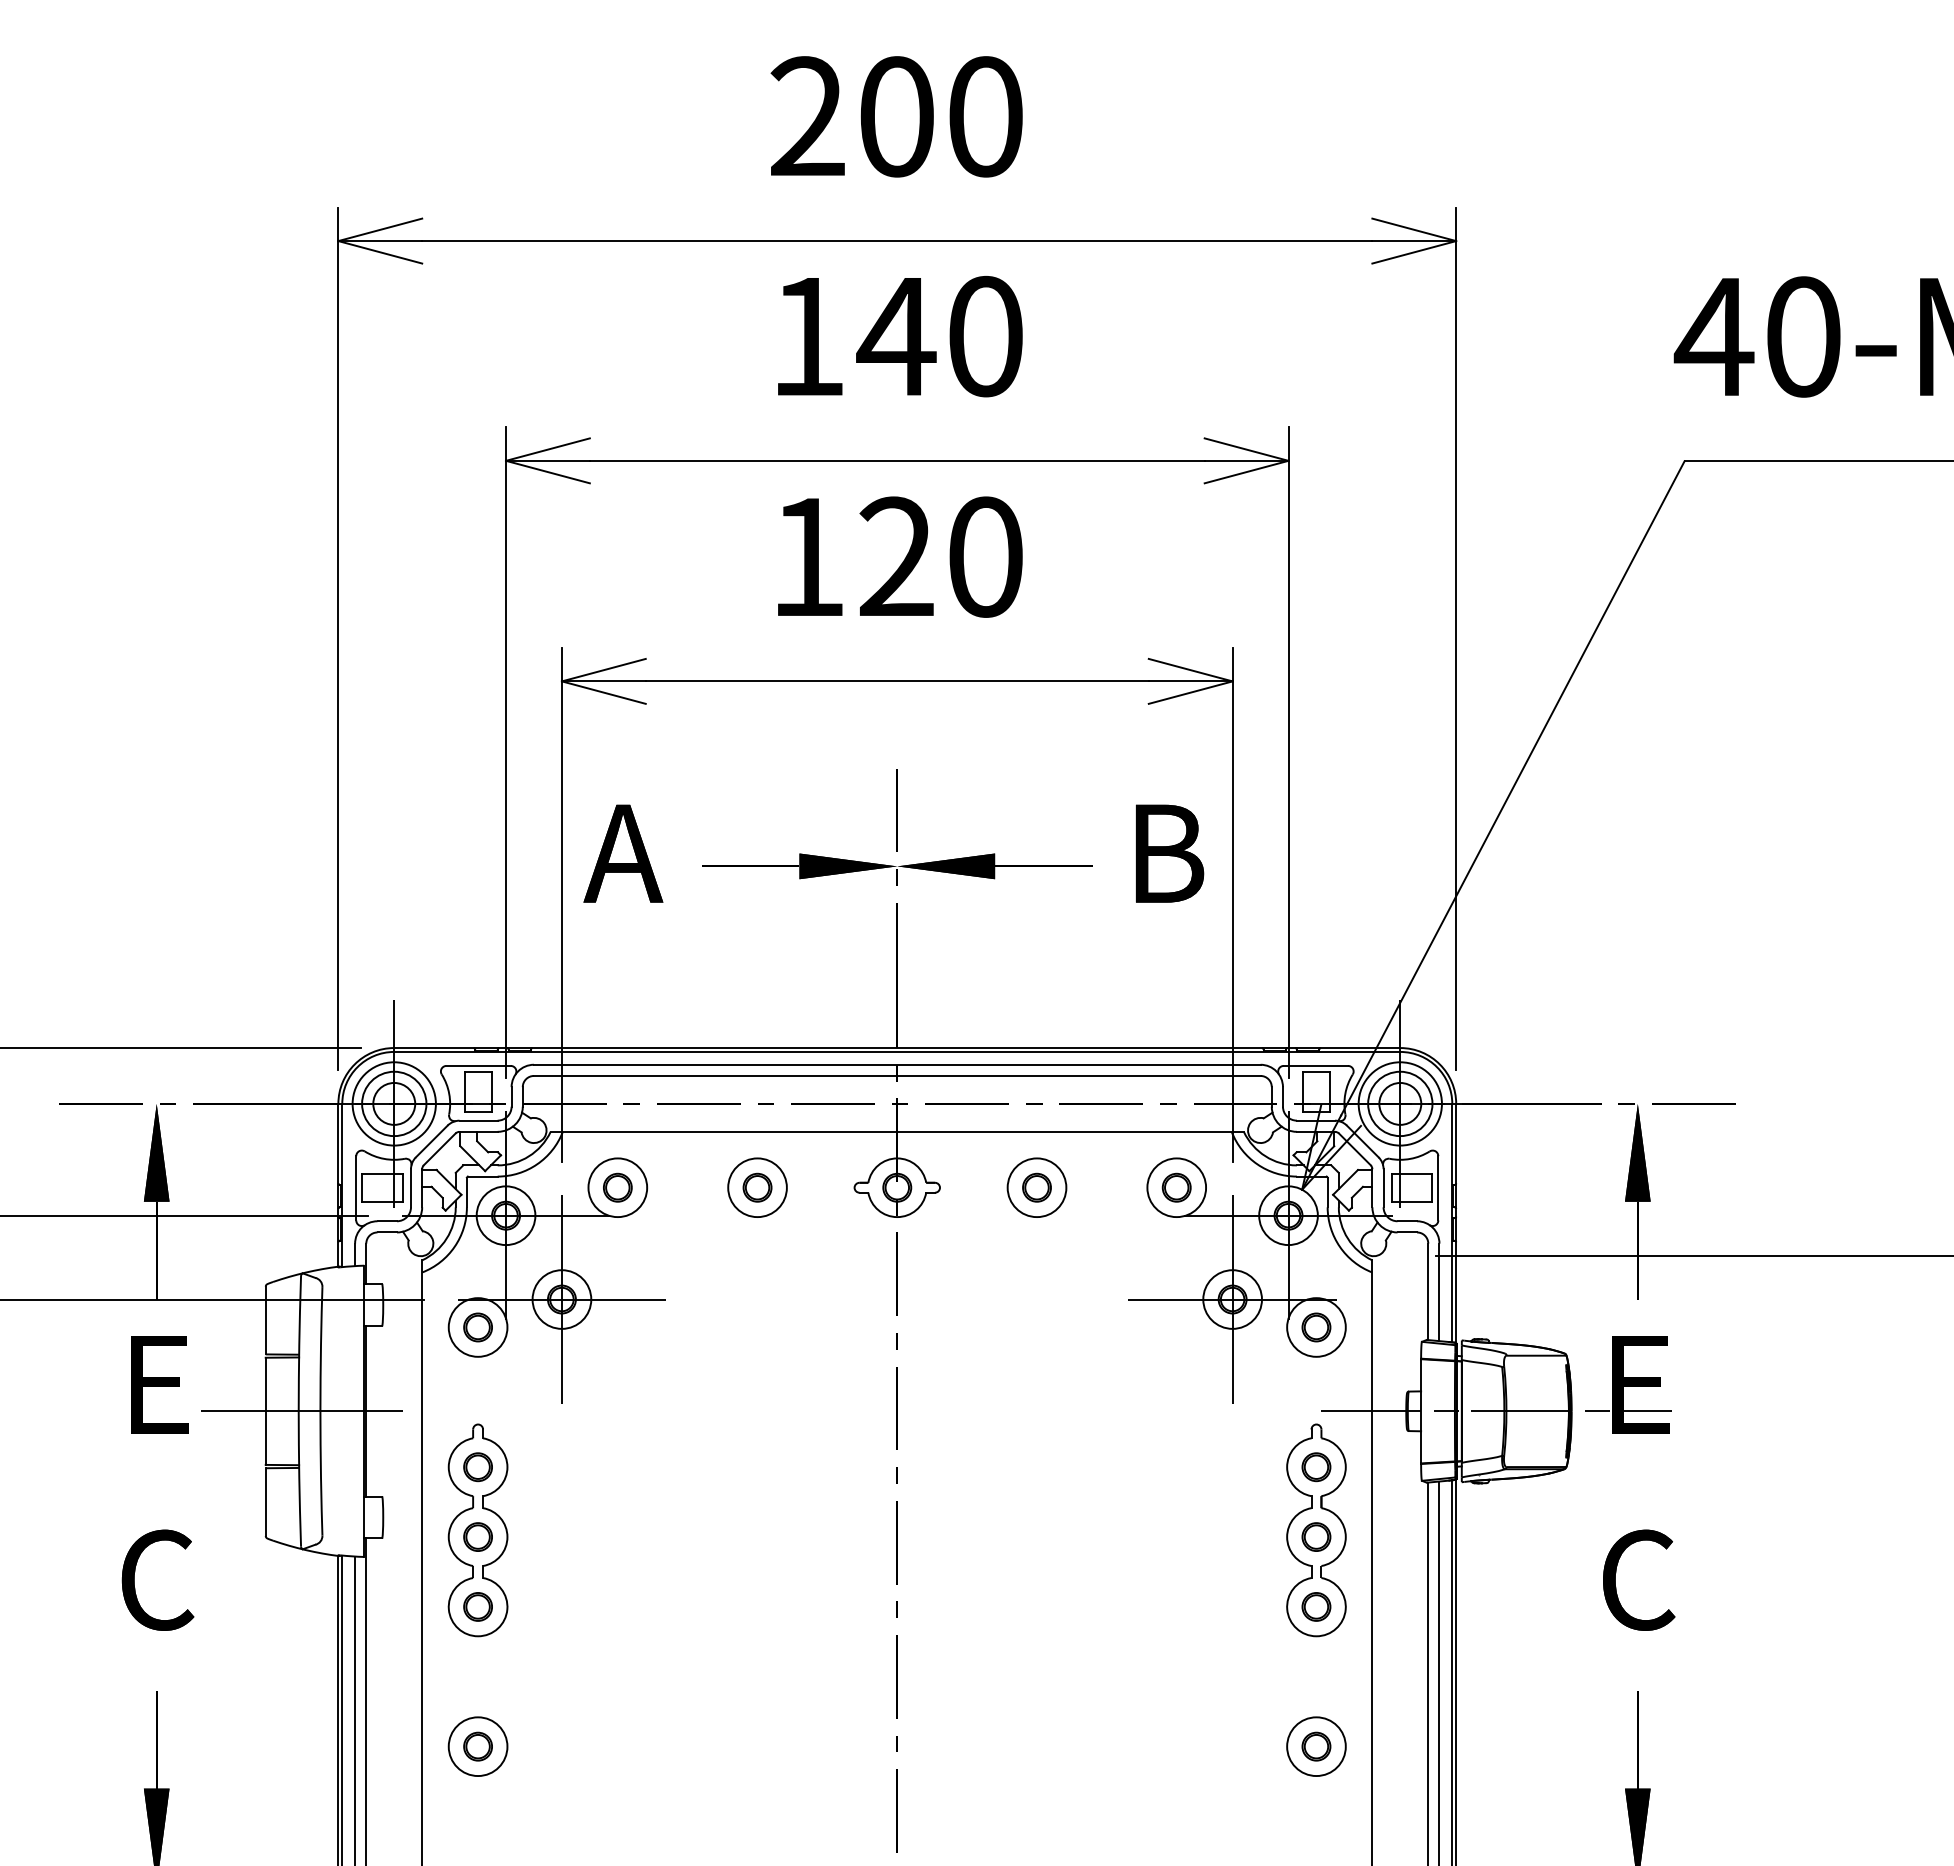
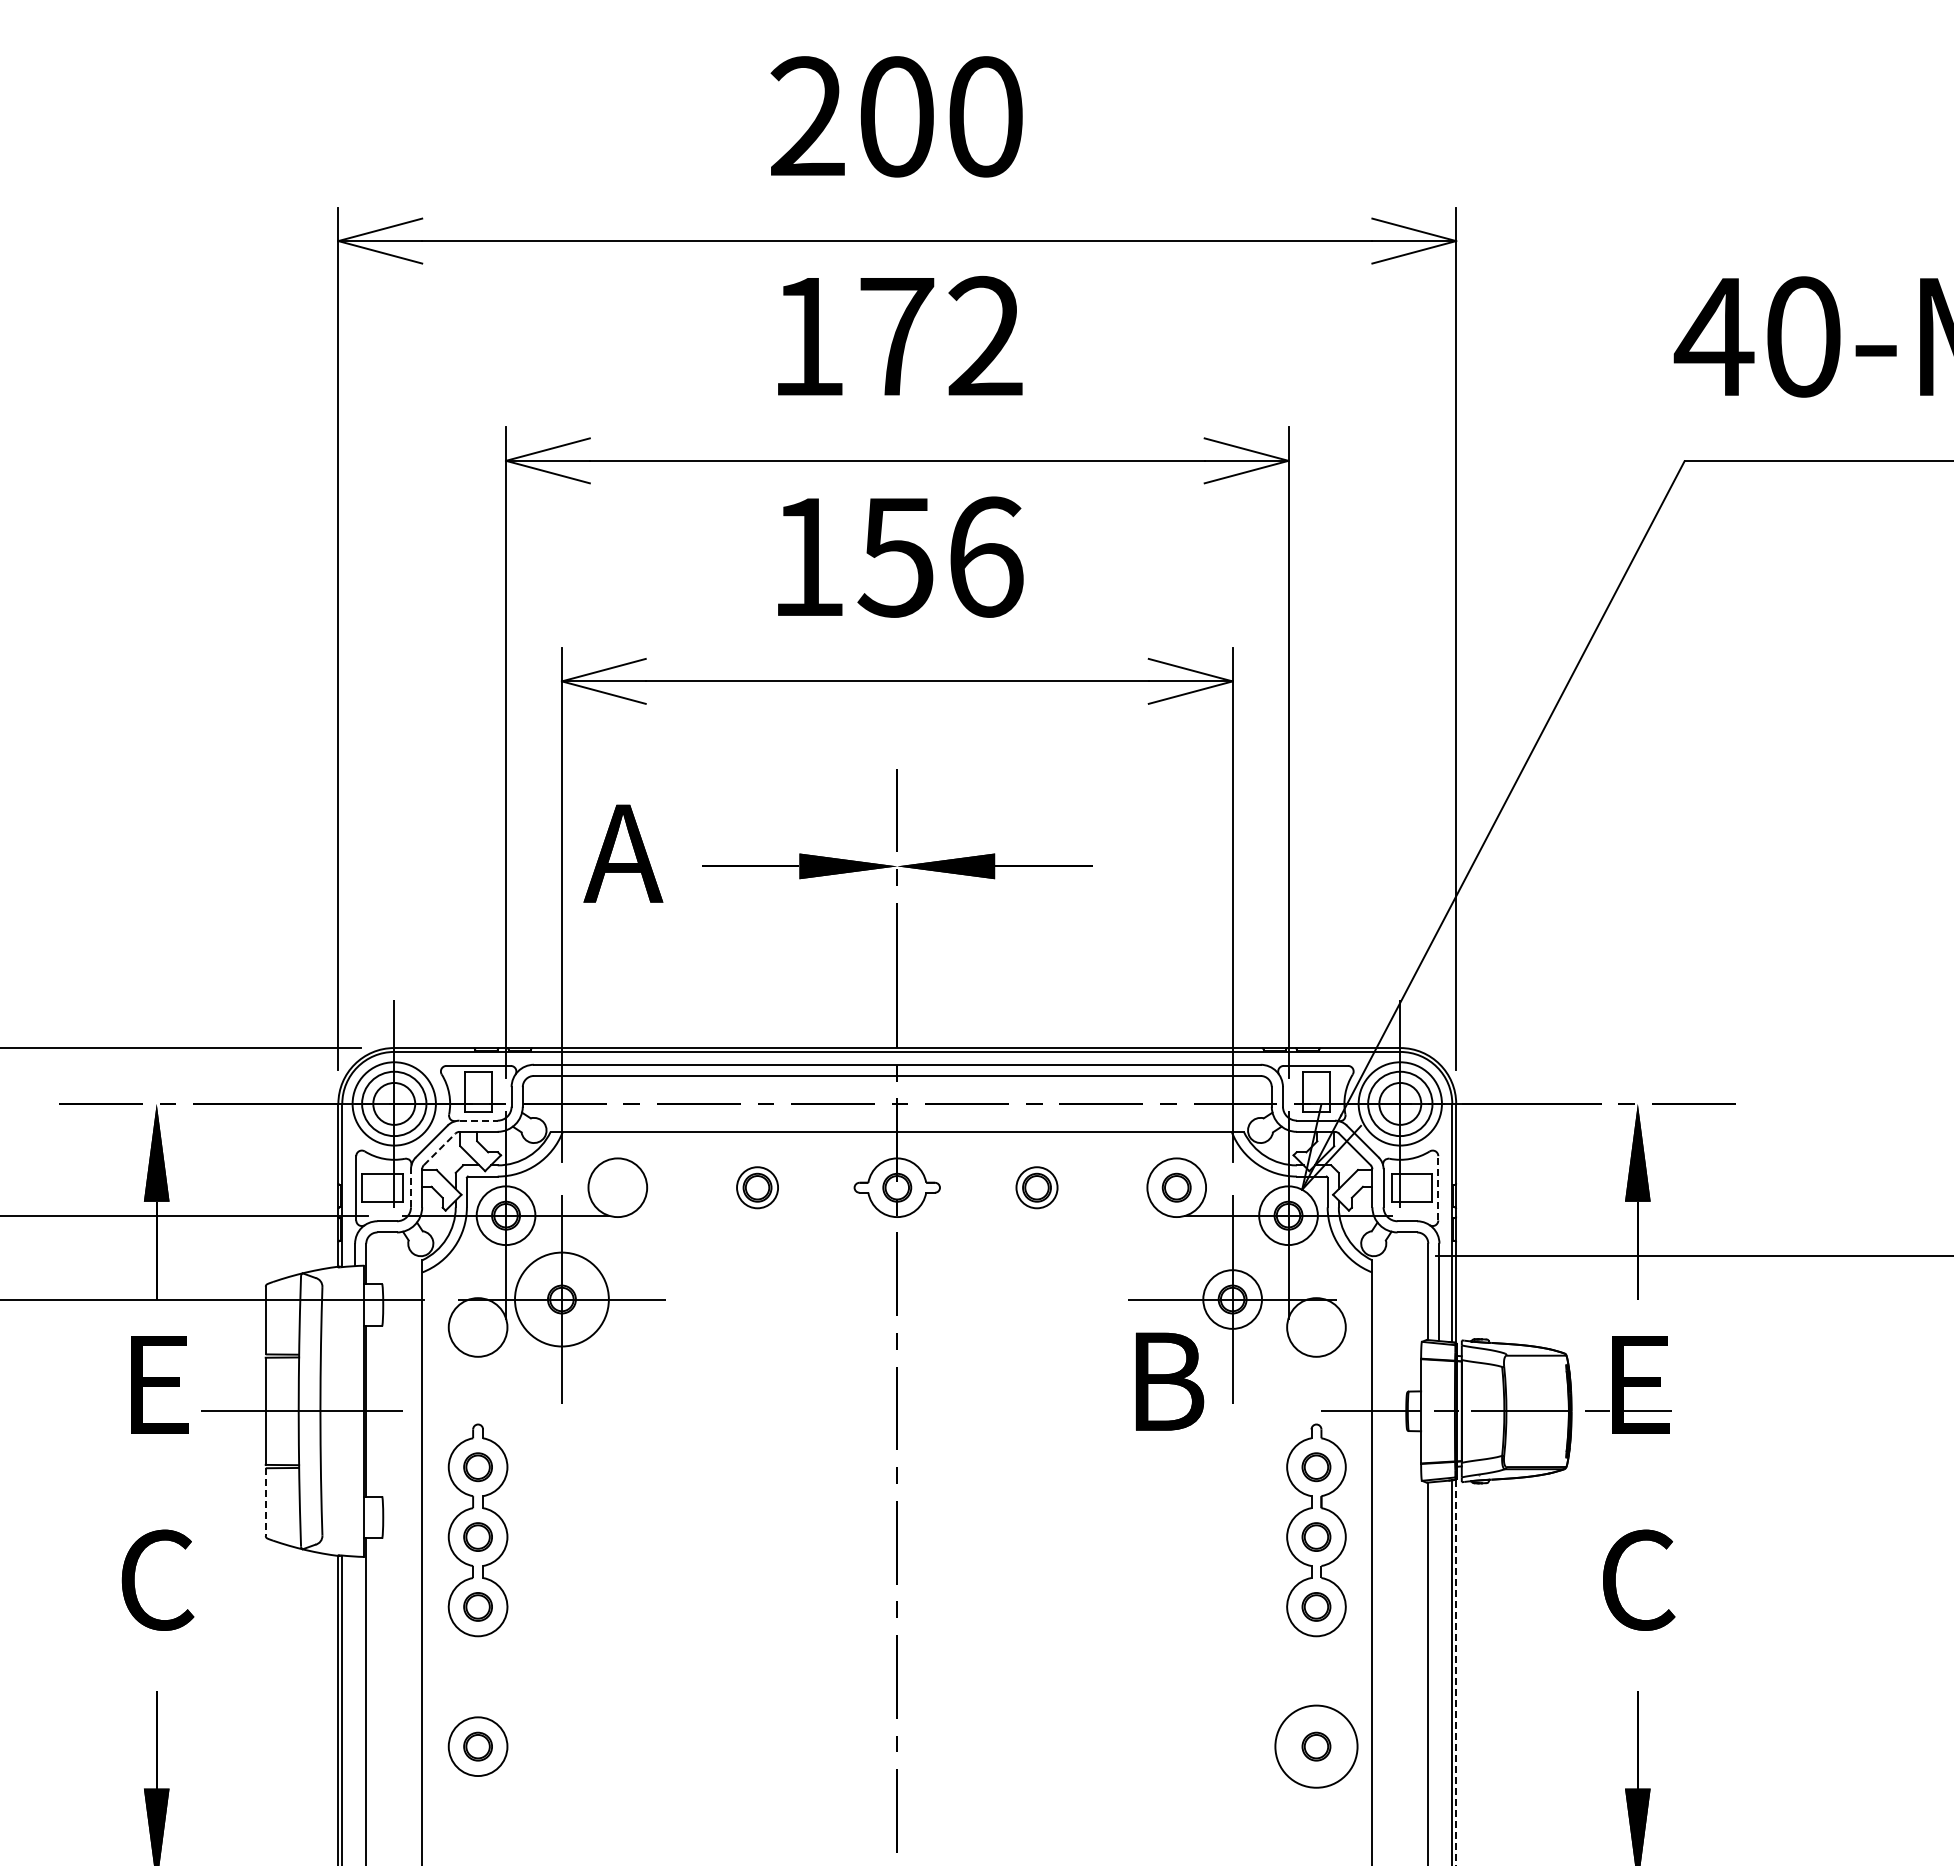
text at (939, 336): 140 -> 172
text at (940, 556): 120 -> 156
text at (1170, 853) position: (1170, 853) -> (1170, 1381)
line at (479, 1120): solid -> dashed
line at (440, 1149): solid -> dashed
line at (411, 1187): solid -> dashed
part at (617, 1187): present -> none
circle at (757, 1187) diameter: 59 px -> 41 px
circle at (1036, 1187) diameter: 59 px -> 41 px
line at (1438, 1187): solid -> dashed
circle at (561, 1299) diameter: 59 px -> 94 px
part at (477, 1327): present -> none
part at (1316, 1327): present -> none
line at (265, 1502): solid -> dashed
line at (1439, 1671): present -> none
line at (1456, 1672): solid -> dashed
line at (355, 1709): present -> none
circle at (1316, 1746) diameter: 59 px -> 82 px
